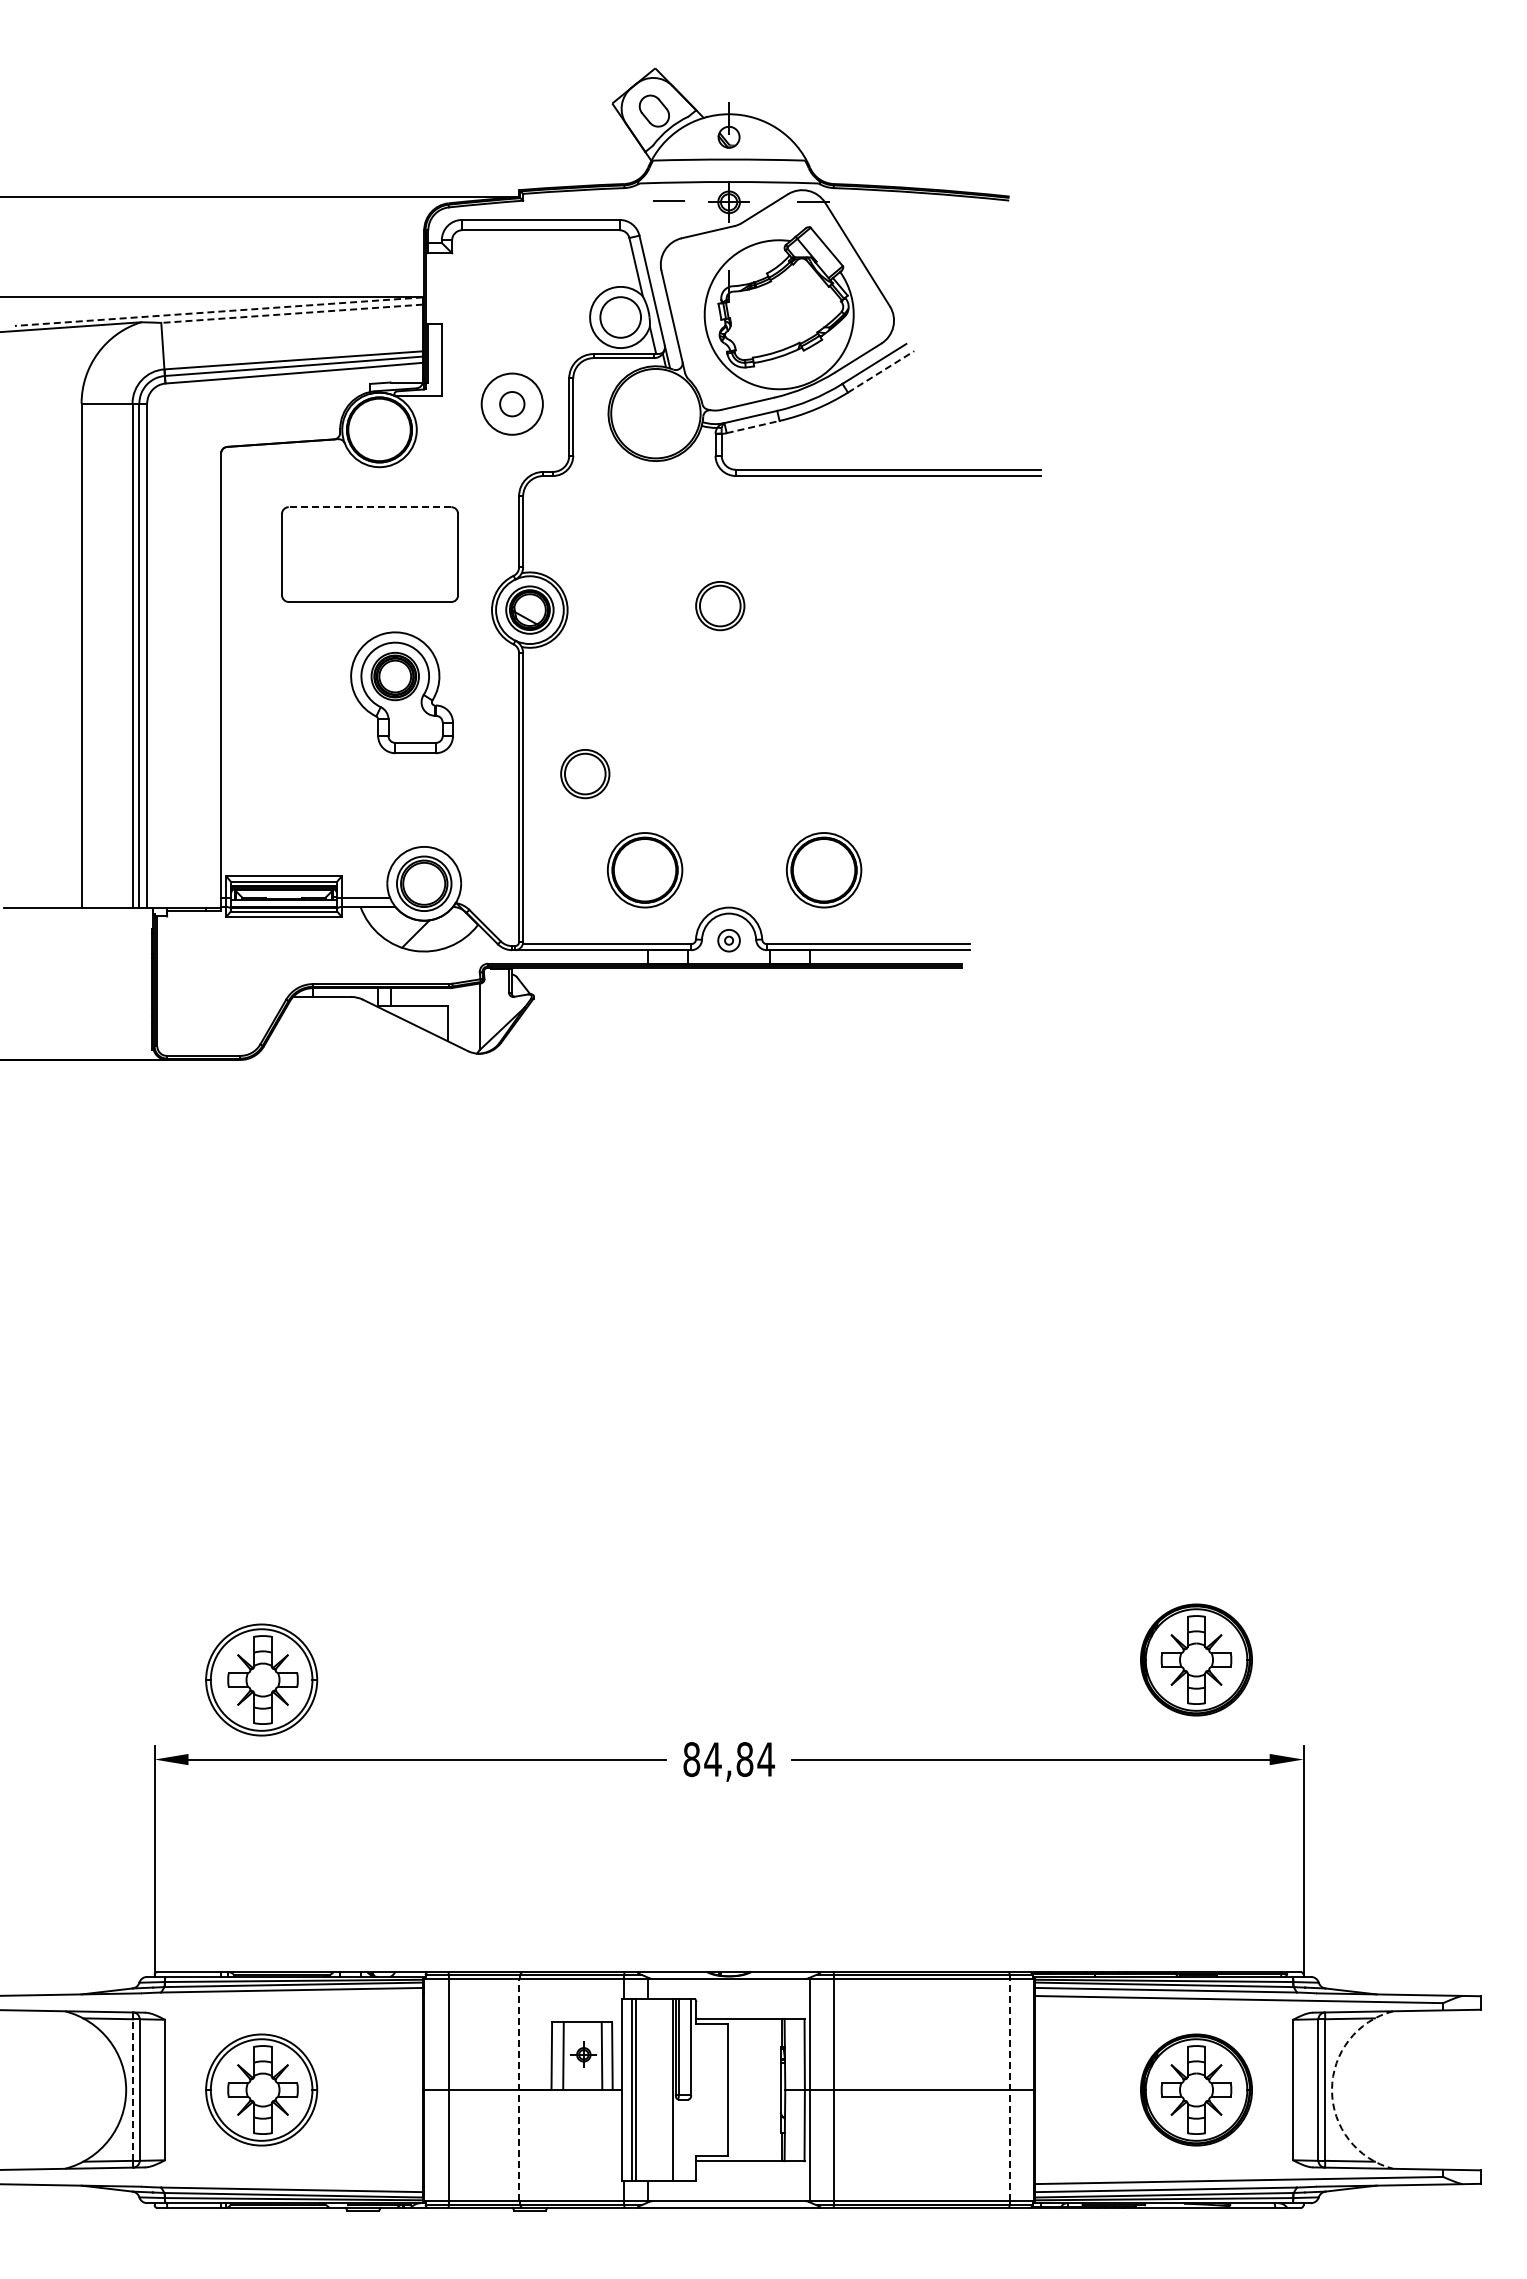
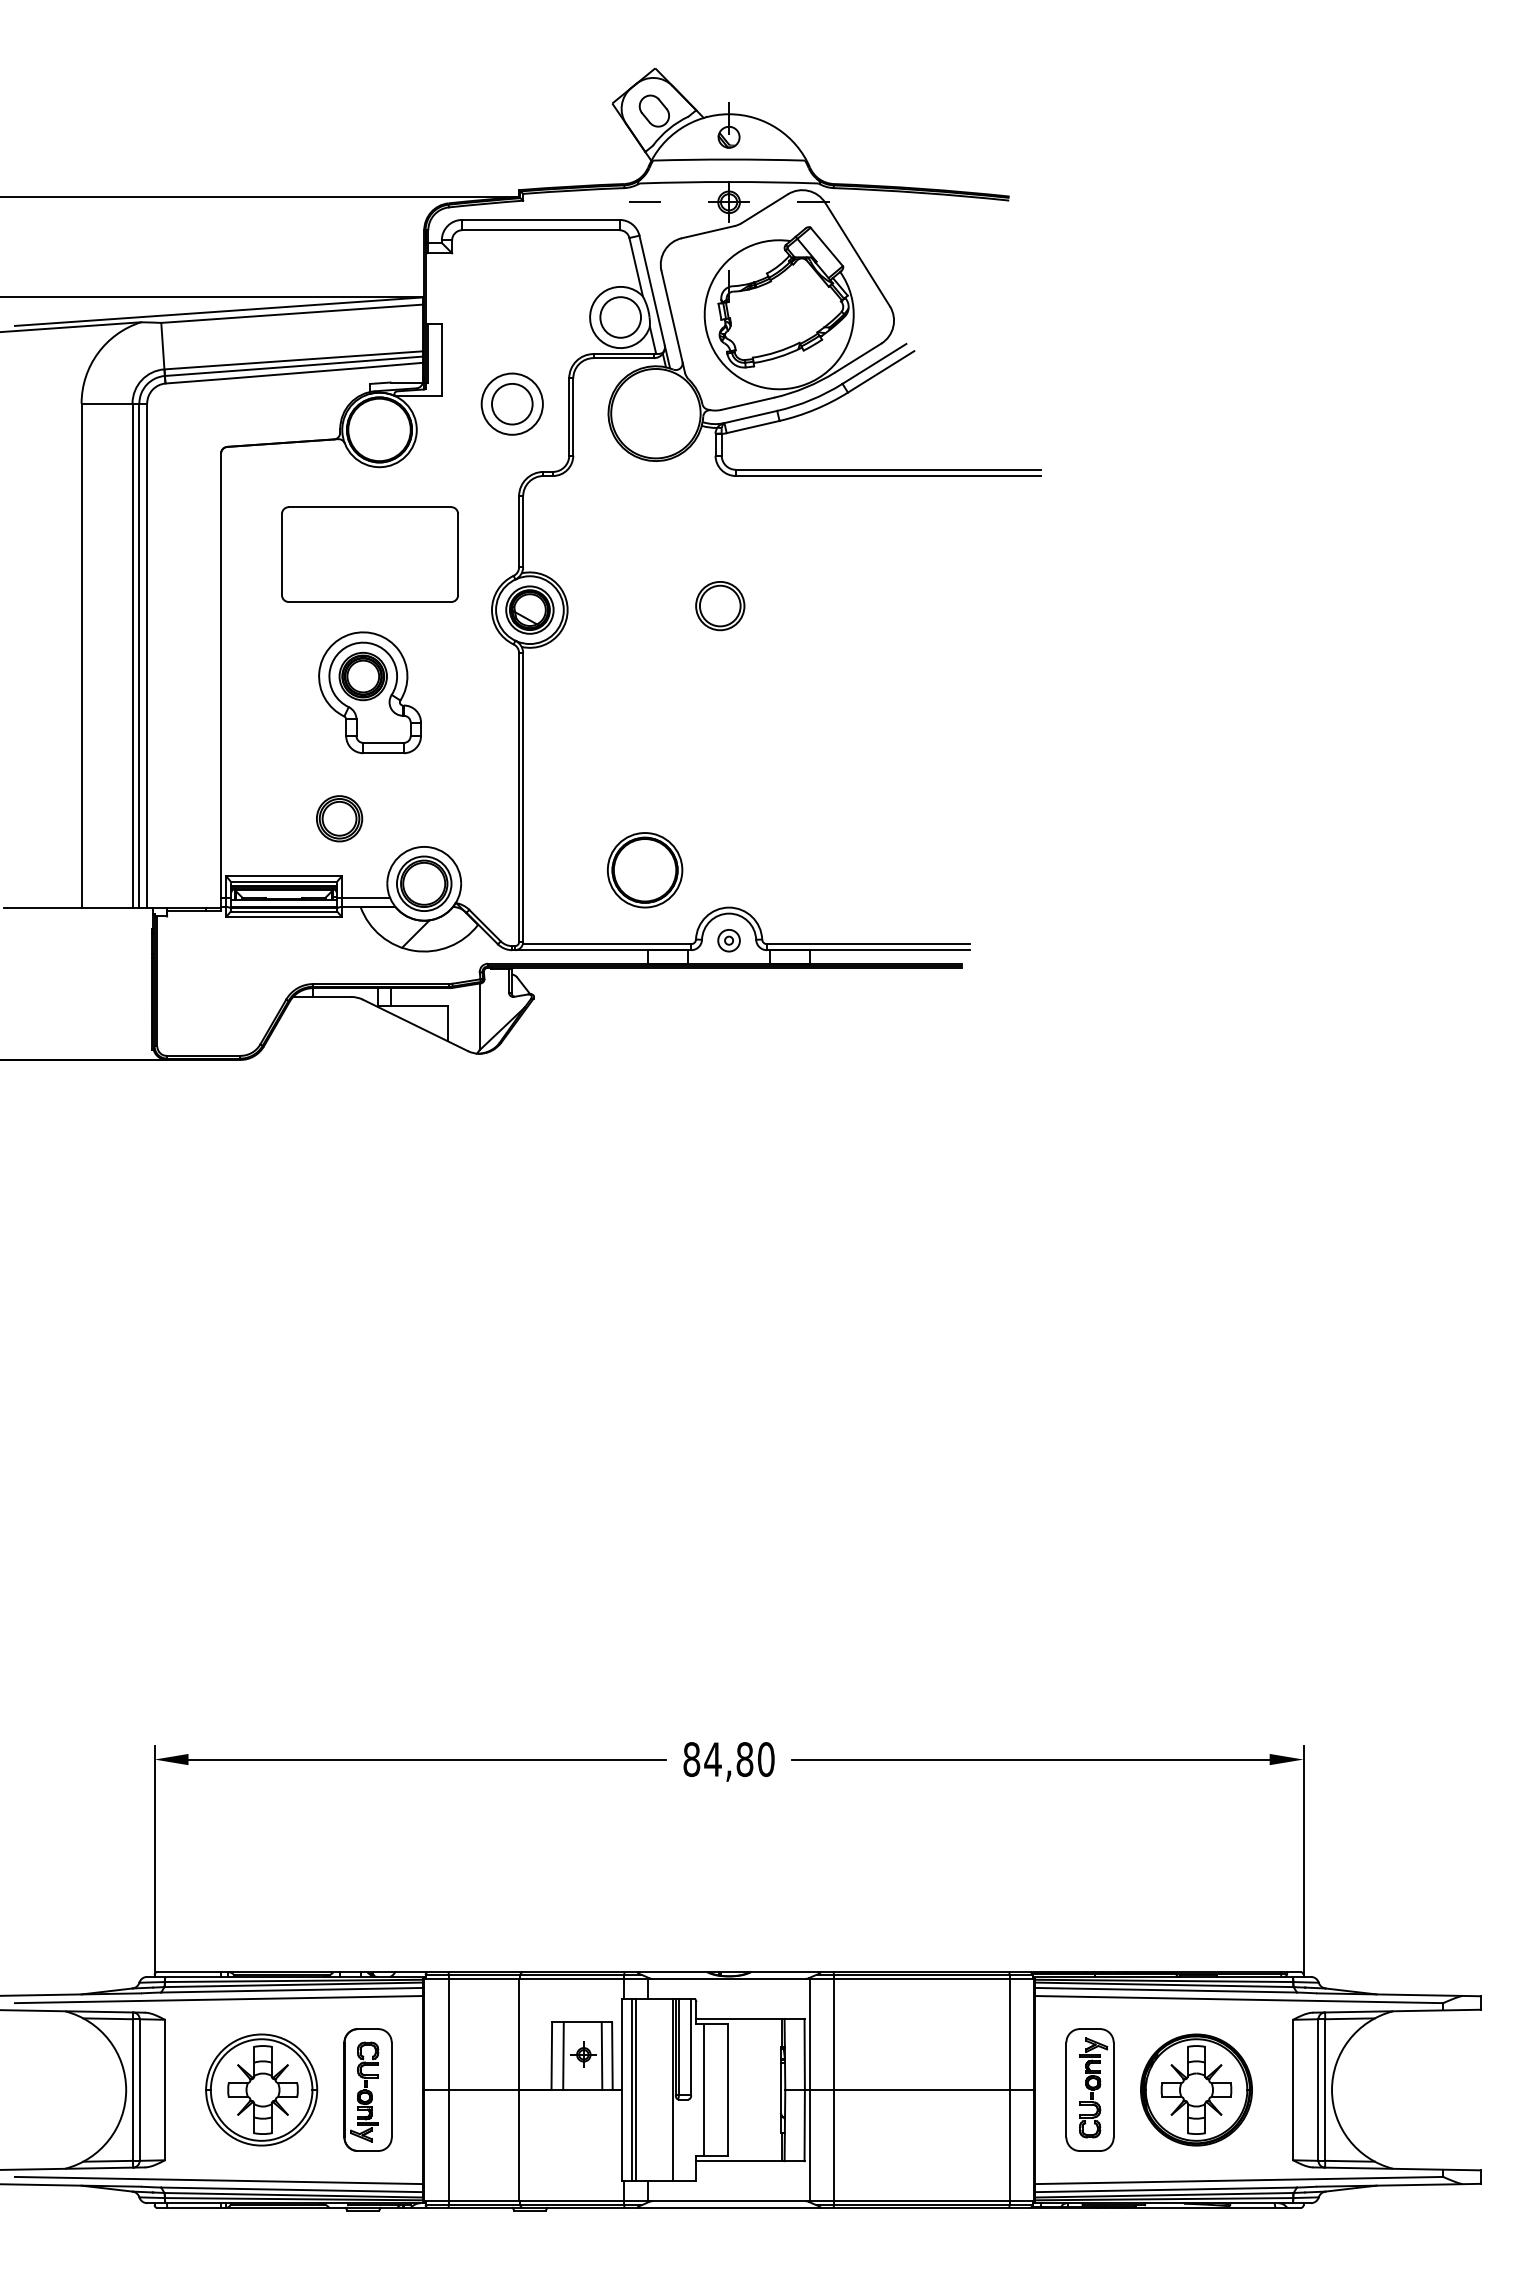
line at (668, 200) position: (668, 200) -> (644, 201)
line at (218, 311): dashed -> solid
line at (291, 313): dashed -> solid
line at (881, 371): dashed -> solid
circle at (512, 404) diameter: 24 px -> 41 px
line at (753, 426): dashed -> solid
line at (369, 507): dashed -> solid
part at (401, 692) position: (401, 692) -> (369, 692)
part at (585, 774): present -> none
part at (339, 818): none -> present
part at (824, 870): present -> none
part at (1196, 1659): present -> none
part at (261, 1679): present -> none
text at (765, 1759): 84,84 -> 84,80
line at (218, 1999): none -> present
part at (367, 2089): none -> present
line at (519, 2089): dashed -> solid
line at (703, 2089): none -> present
line at (1009, 2089): dashed -> solid
part at (1089, 2089): none -> present
line at (132, 2090): dashed -> solid
arc at (1332, 2090): dashed -> solid
line at (218, 2180): none -> present
